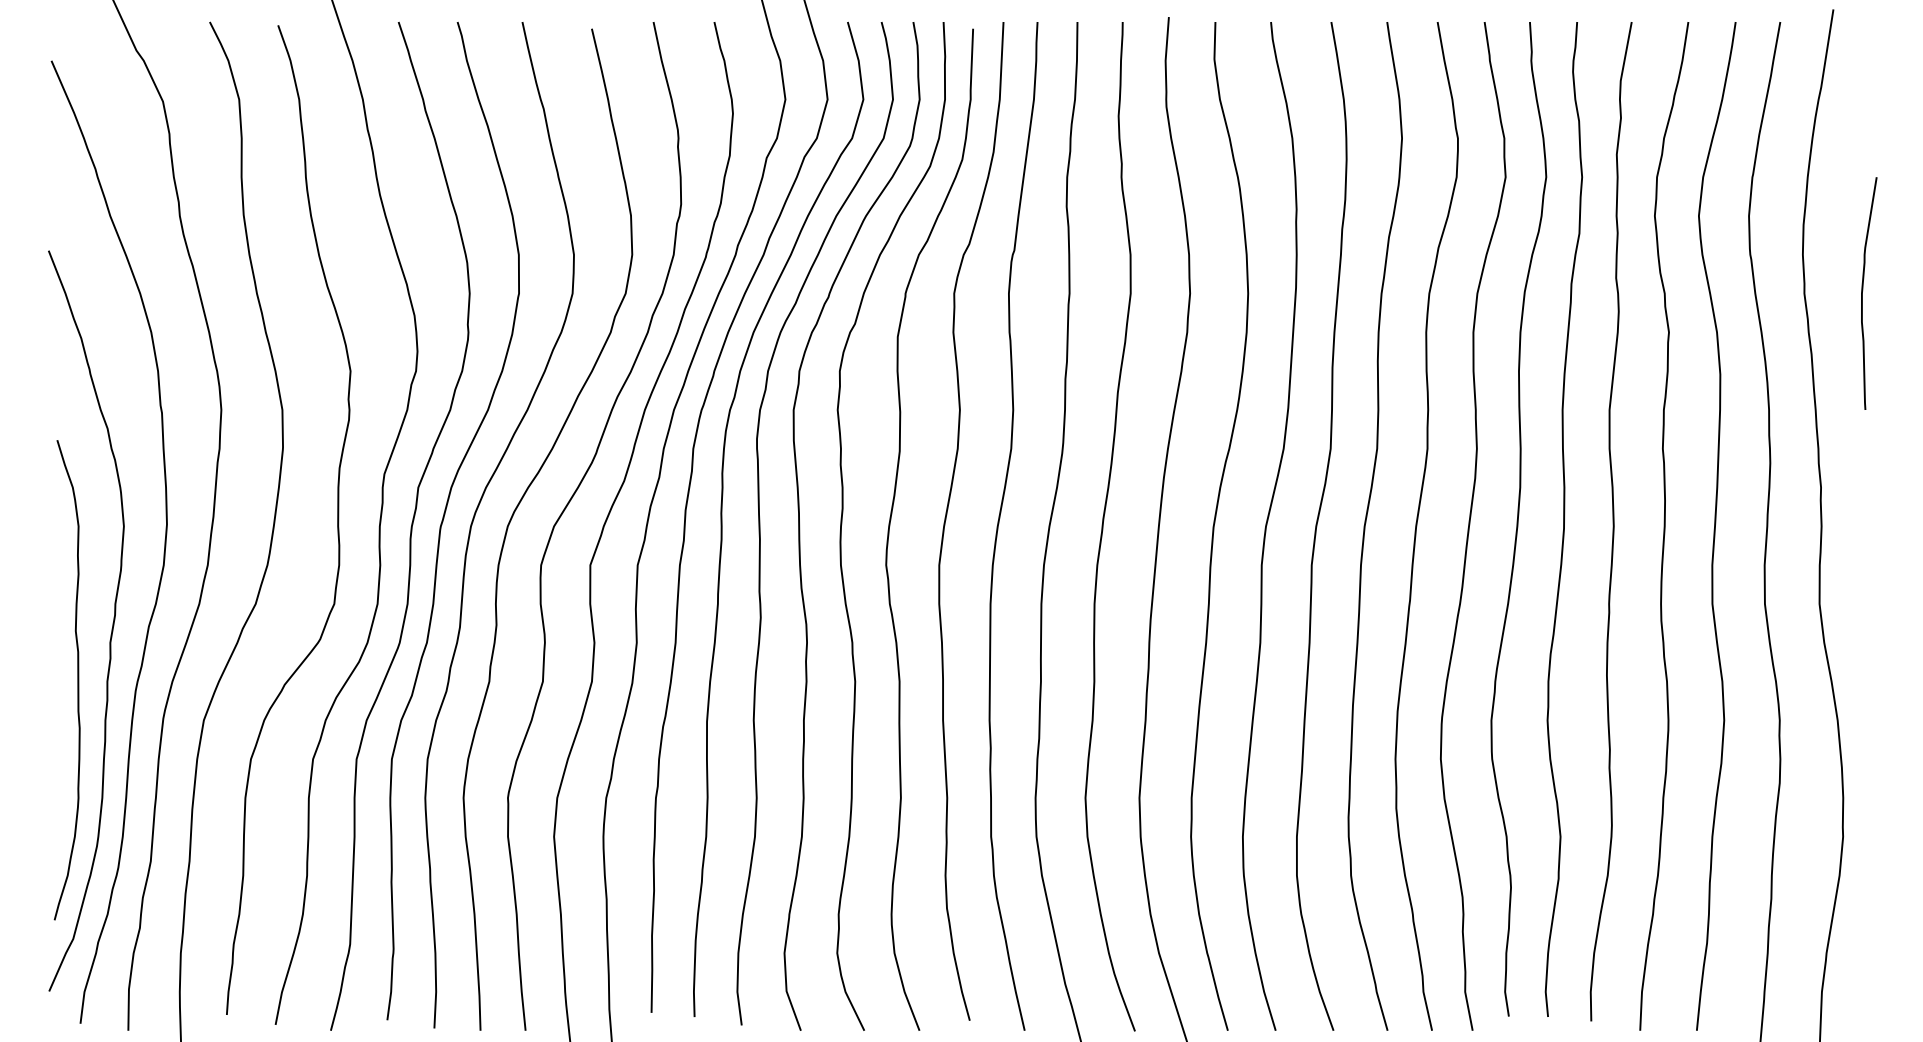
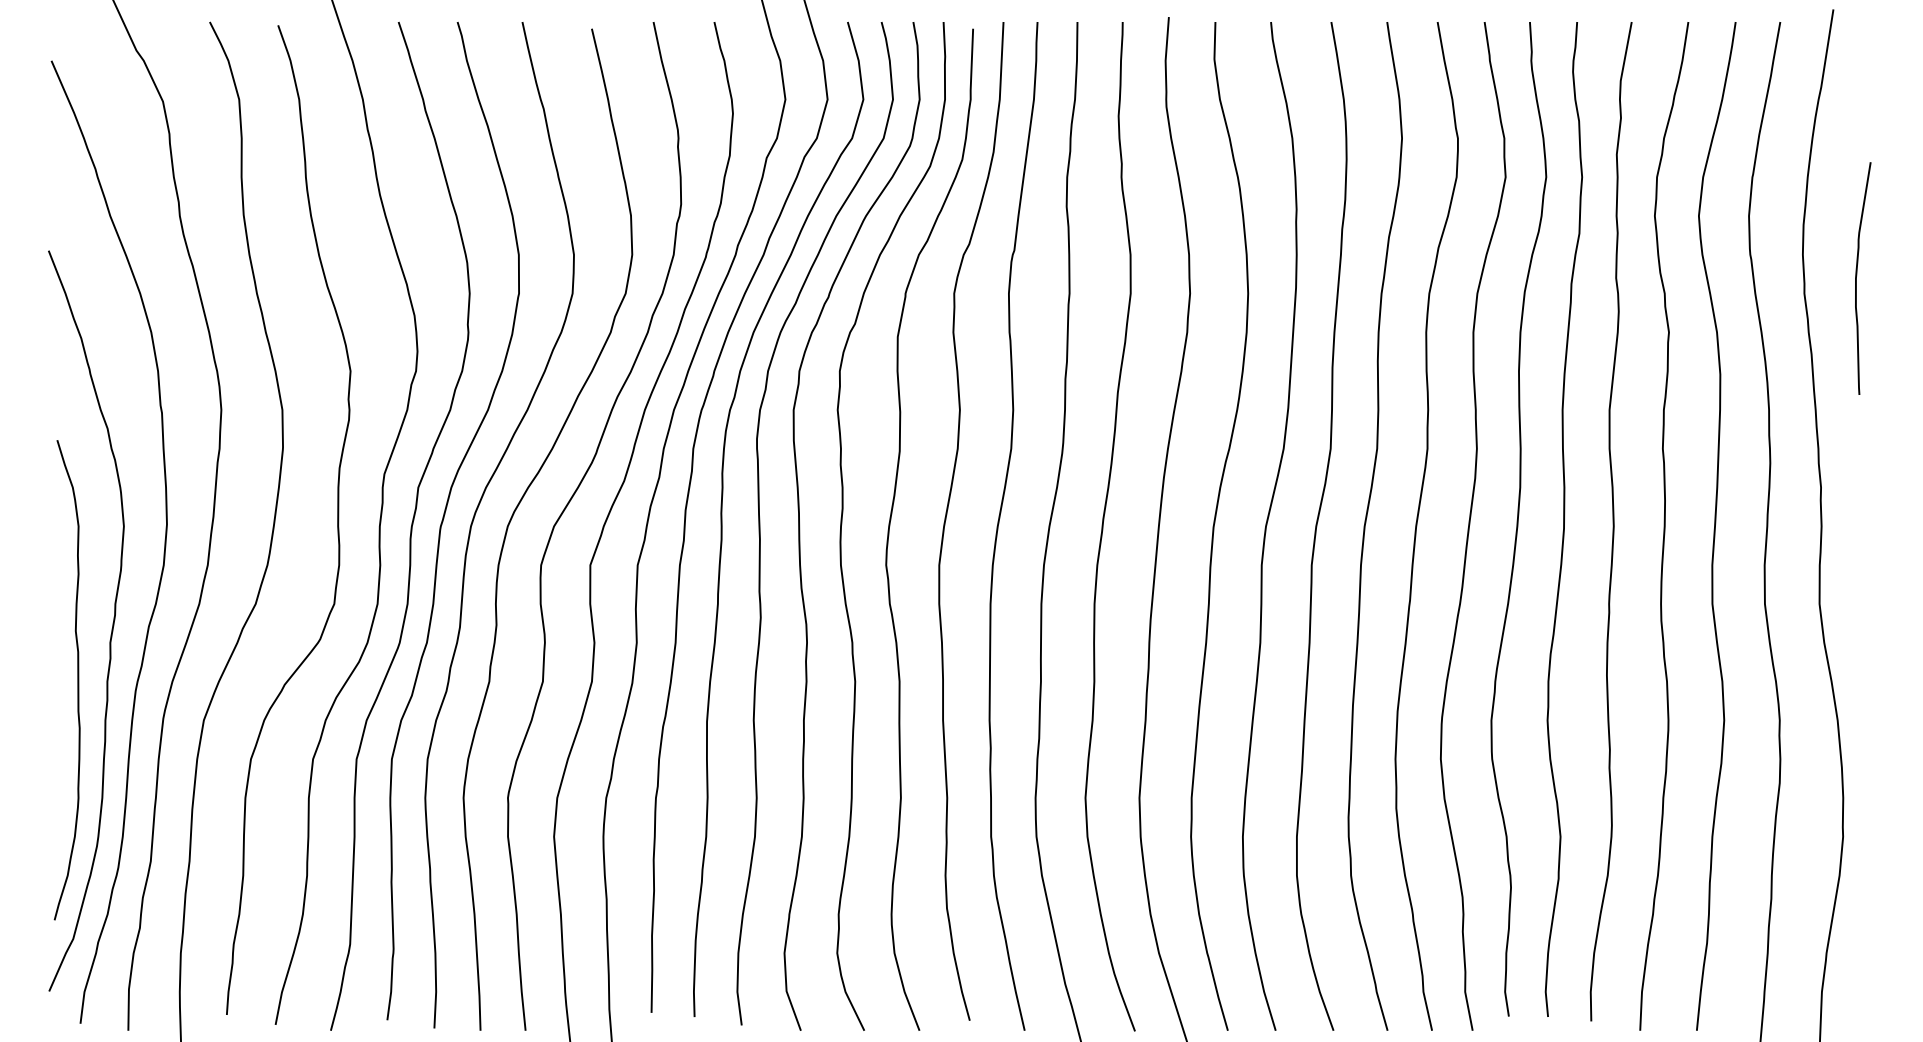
curve at (1863, 290) position: (1863, 290) -> (1857, 275)
